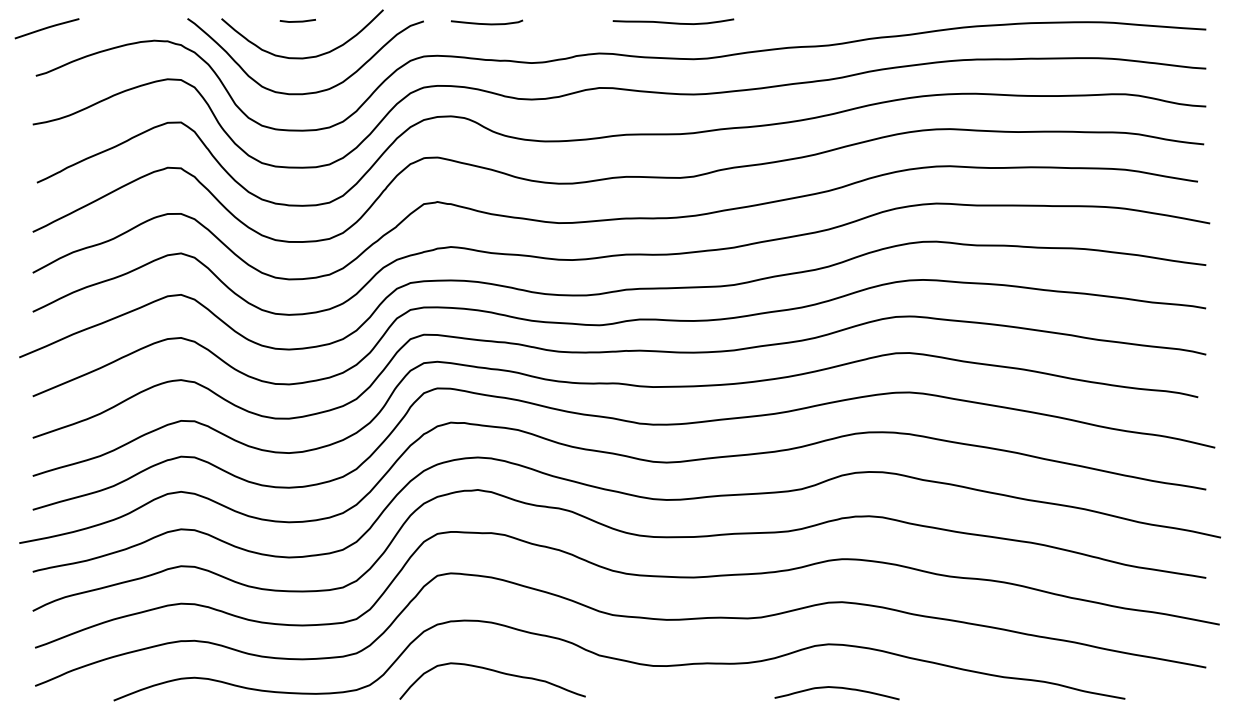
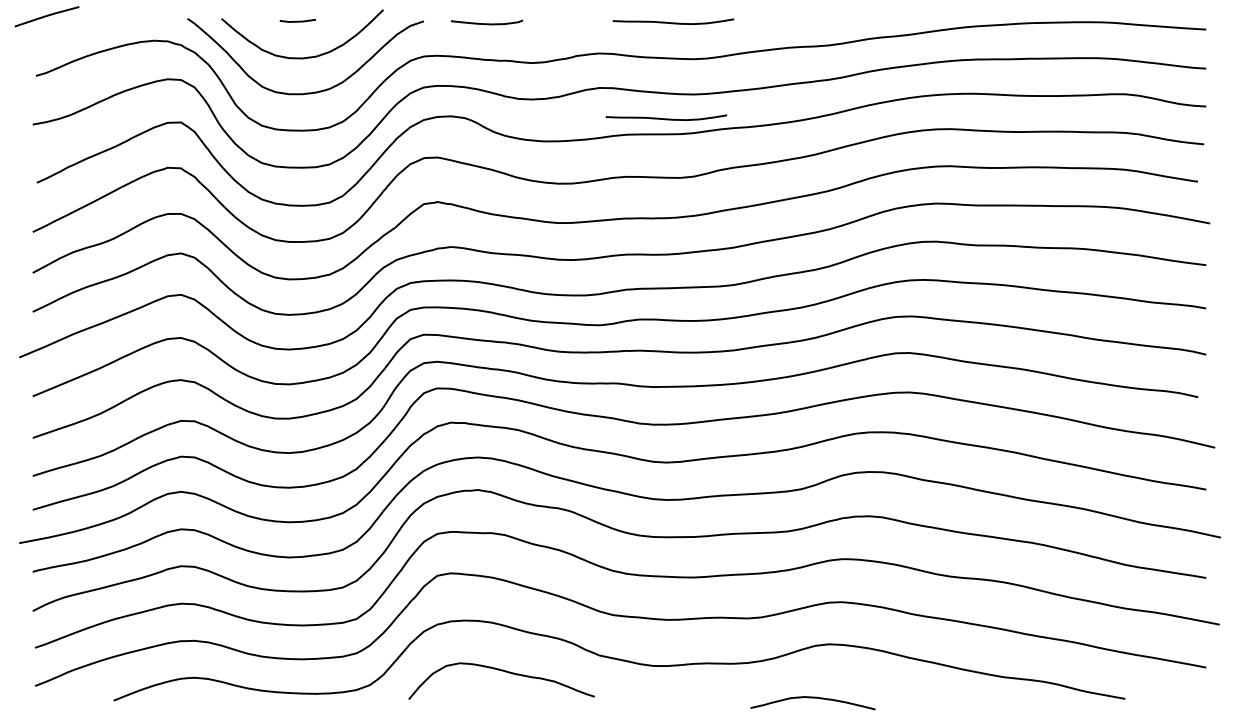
line at (46, 28) position: (46, 28) -> (46, 16)
curve at (666, 118): none -> present
curve at (496, 672) position: (496, 672) -> (505, 672)
curve at (836, 688) position: (836, 688) -> (812, 698)
